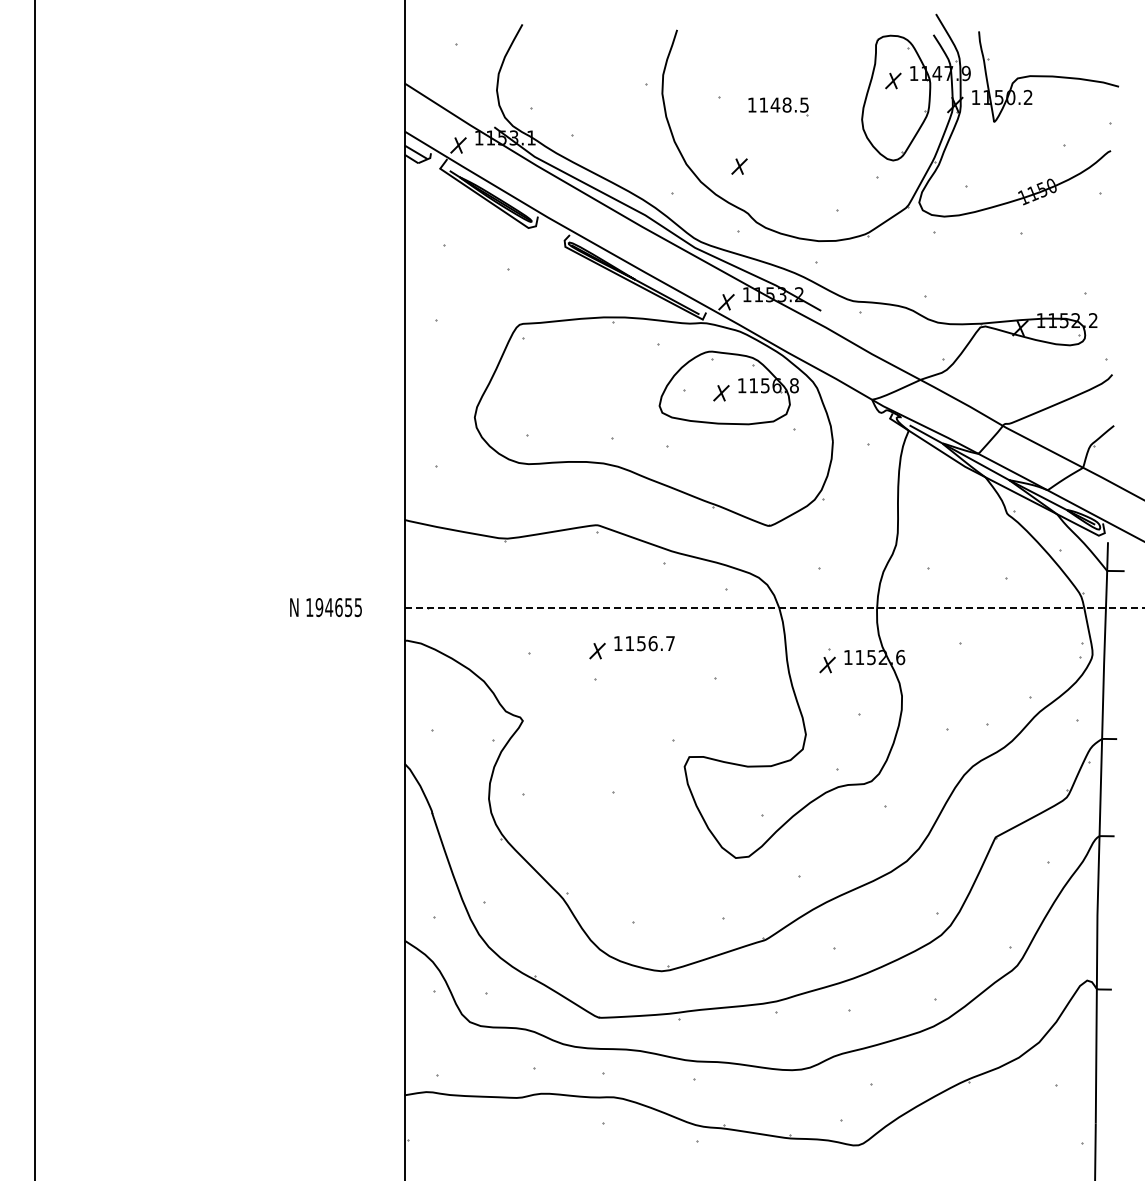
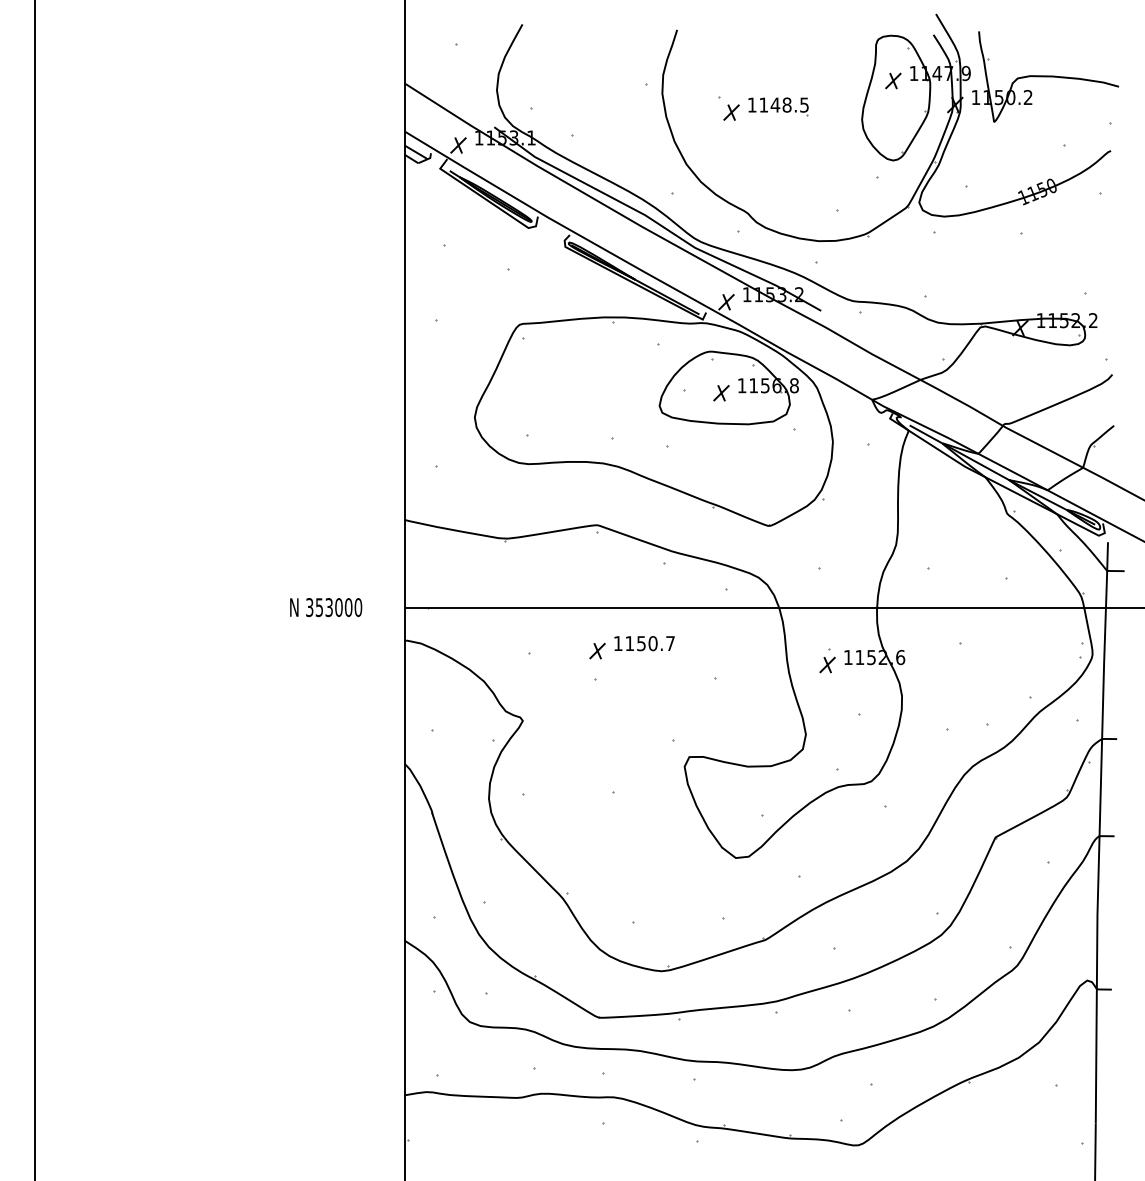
part at (739, 166) position: (739, 166) -> (731, 112)
text at (334, 607): 194655 -> 353000
line at (774, 607): dashed -> solid
text at (652, 643): 1156.7 -> 1150.7
